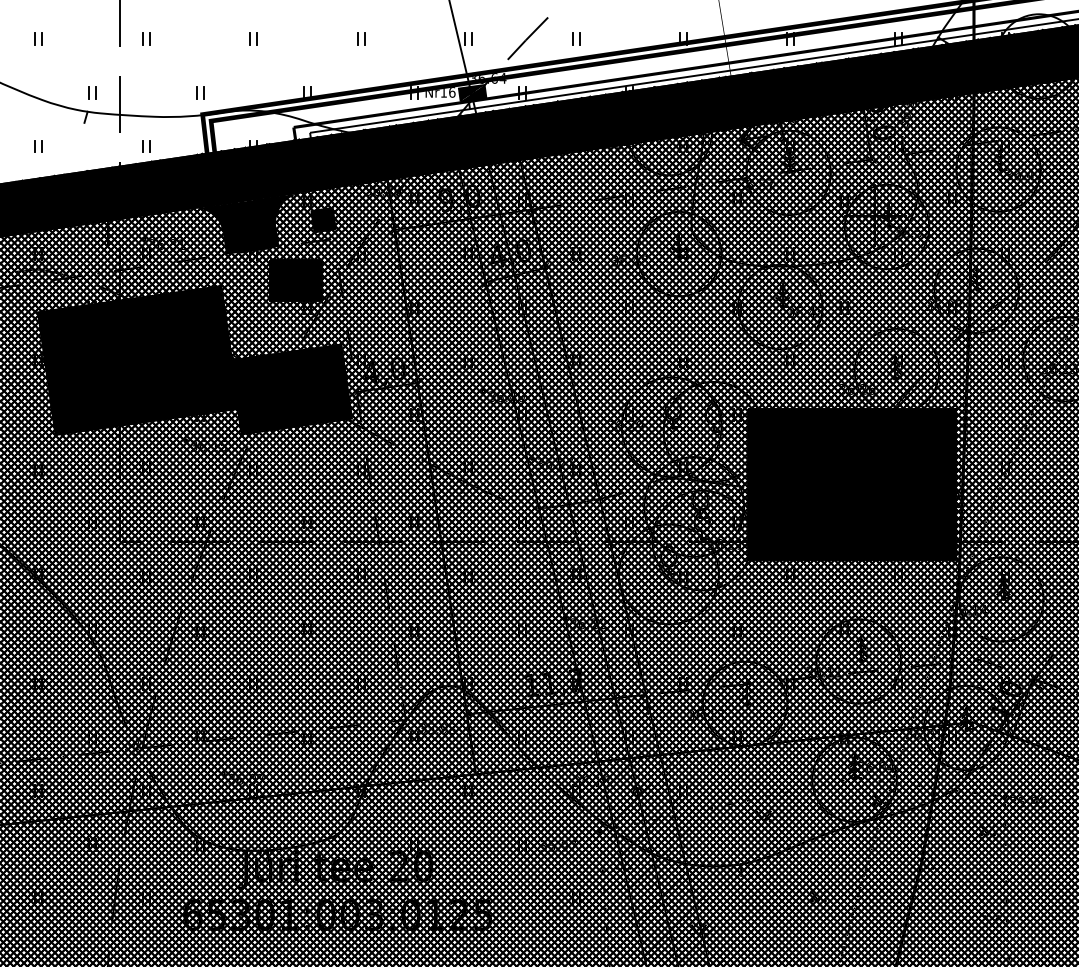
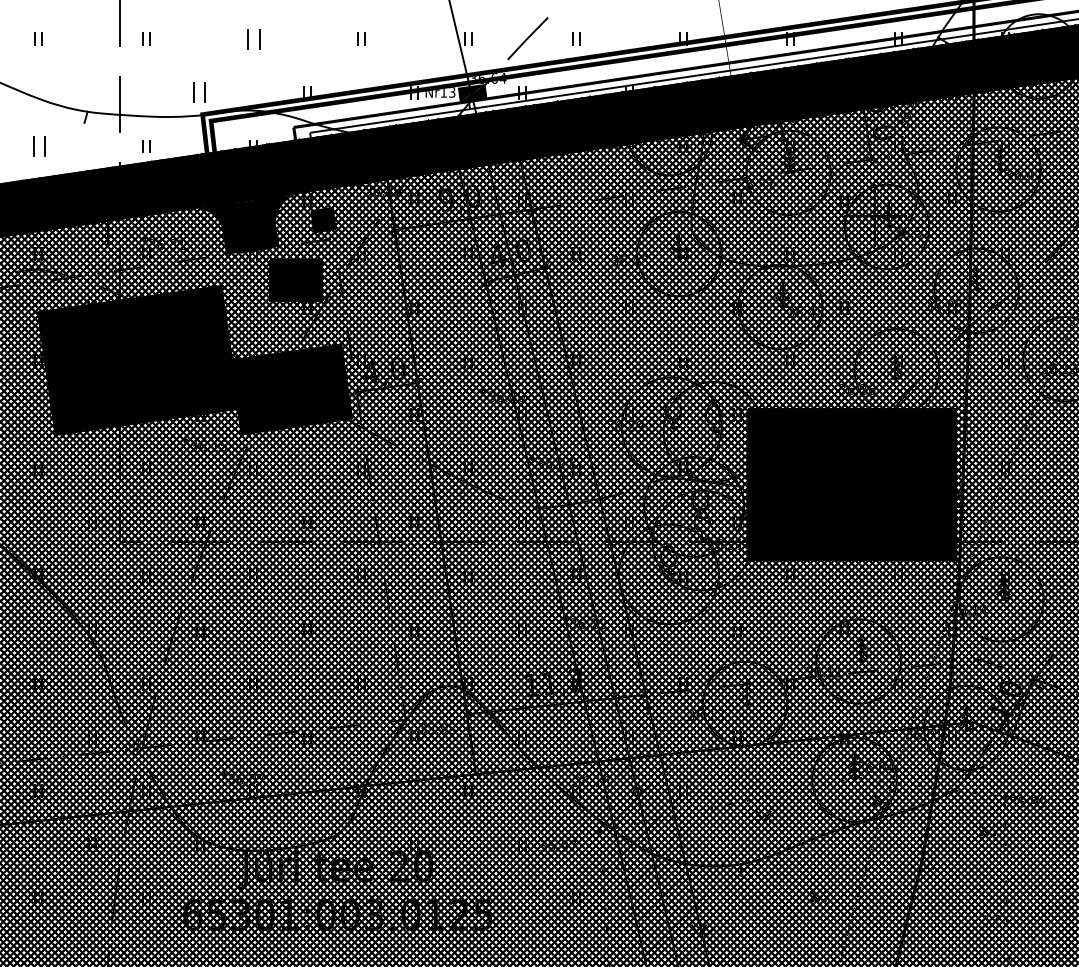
part at (253, 38) size: 9x14 px -> 14x21 px
part at (92, 92): present -> none
part at (200, 92) size: 9x14 px -> 13x21 px
text at (452, 92): Nr16 -> Nr13
part at (38, 146) size: 9x13 px -> 13x21 px
